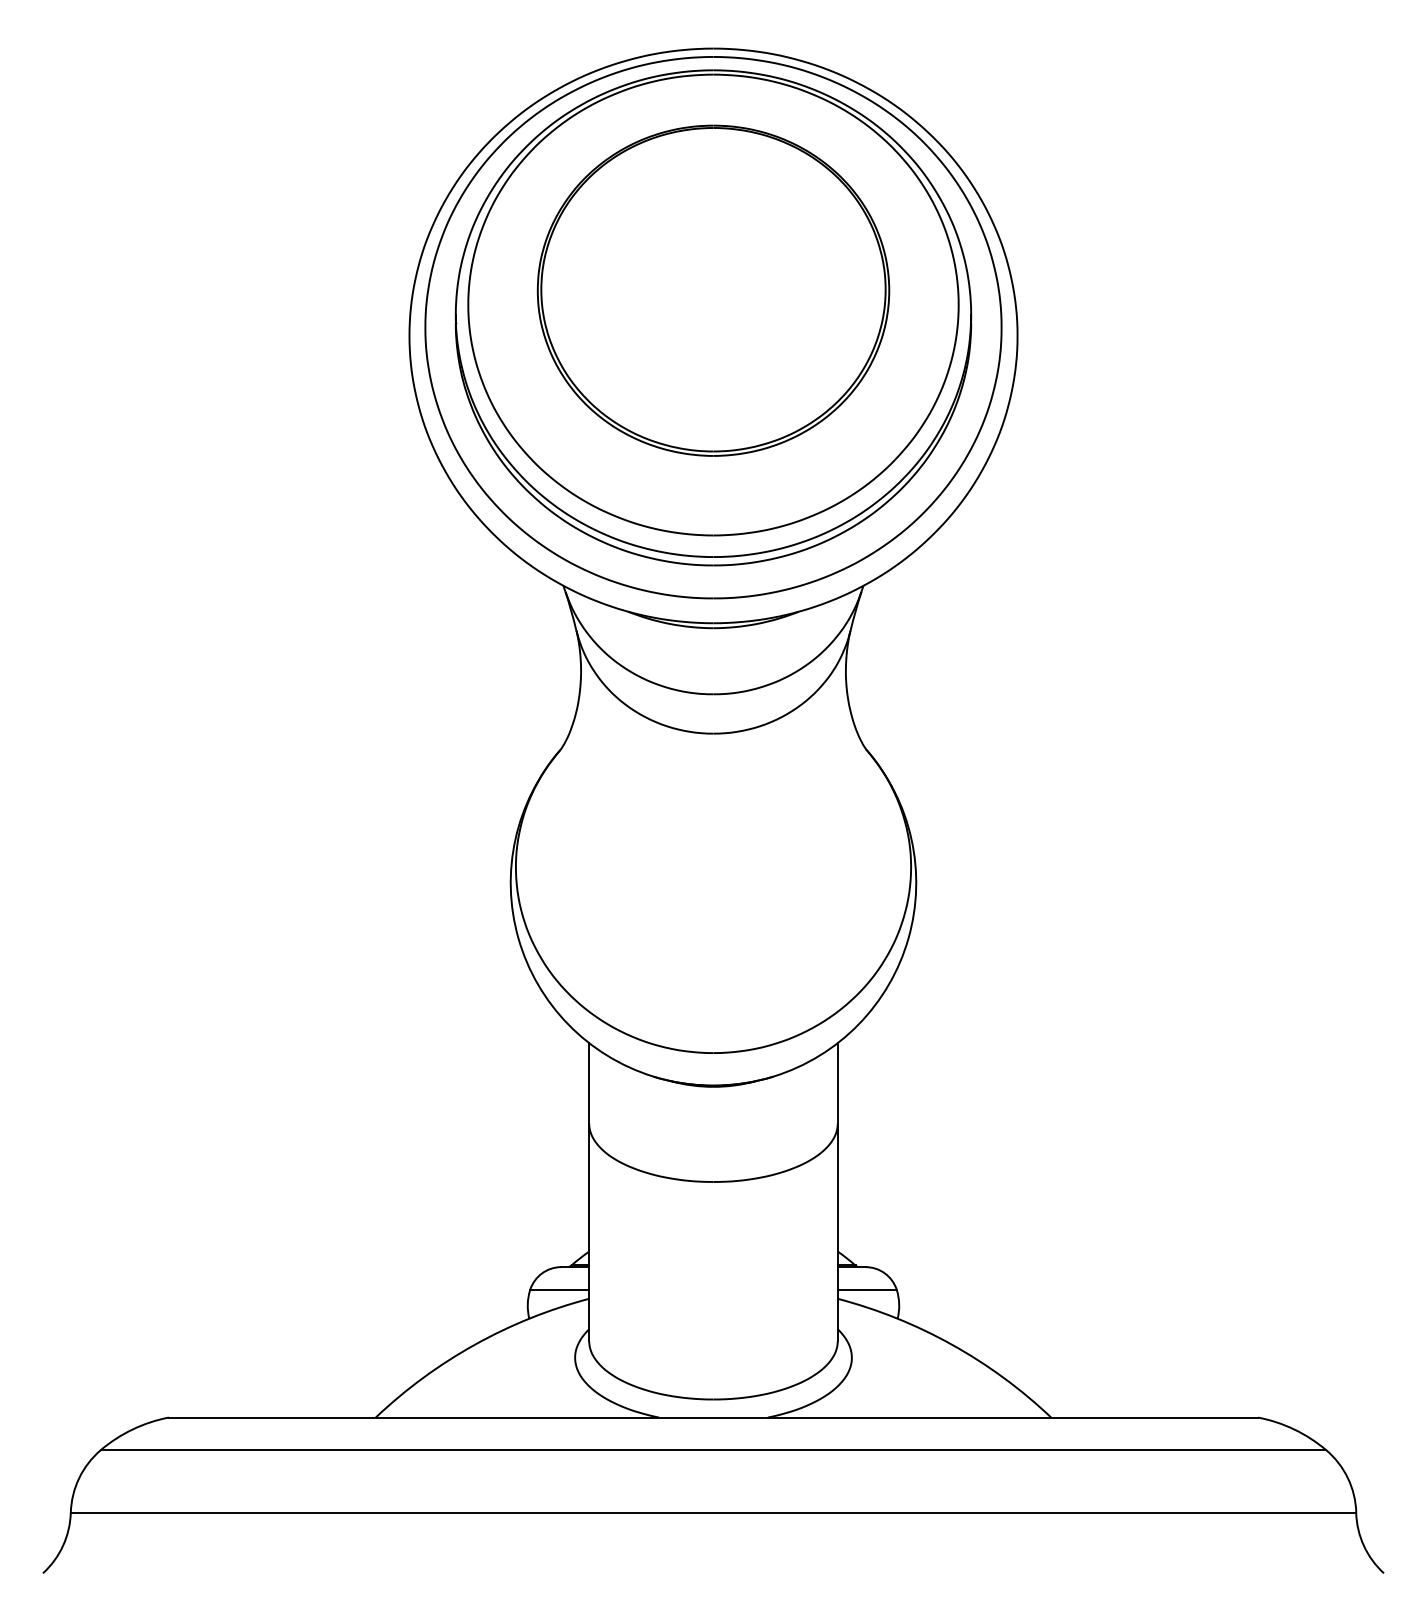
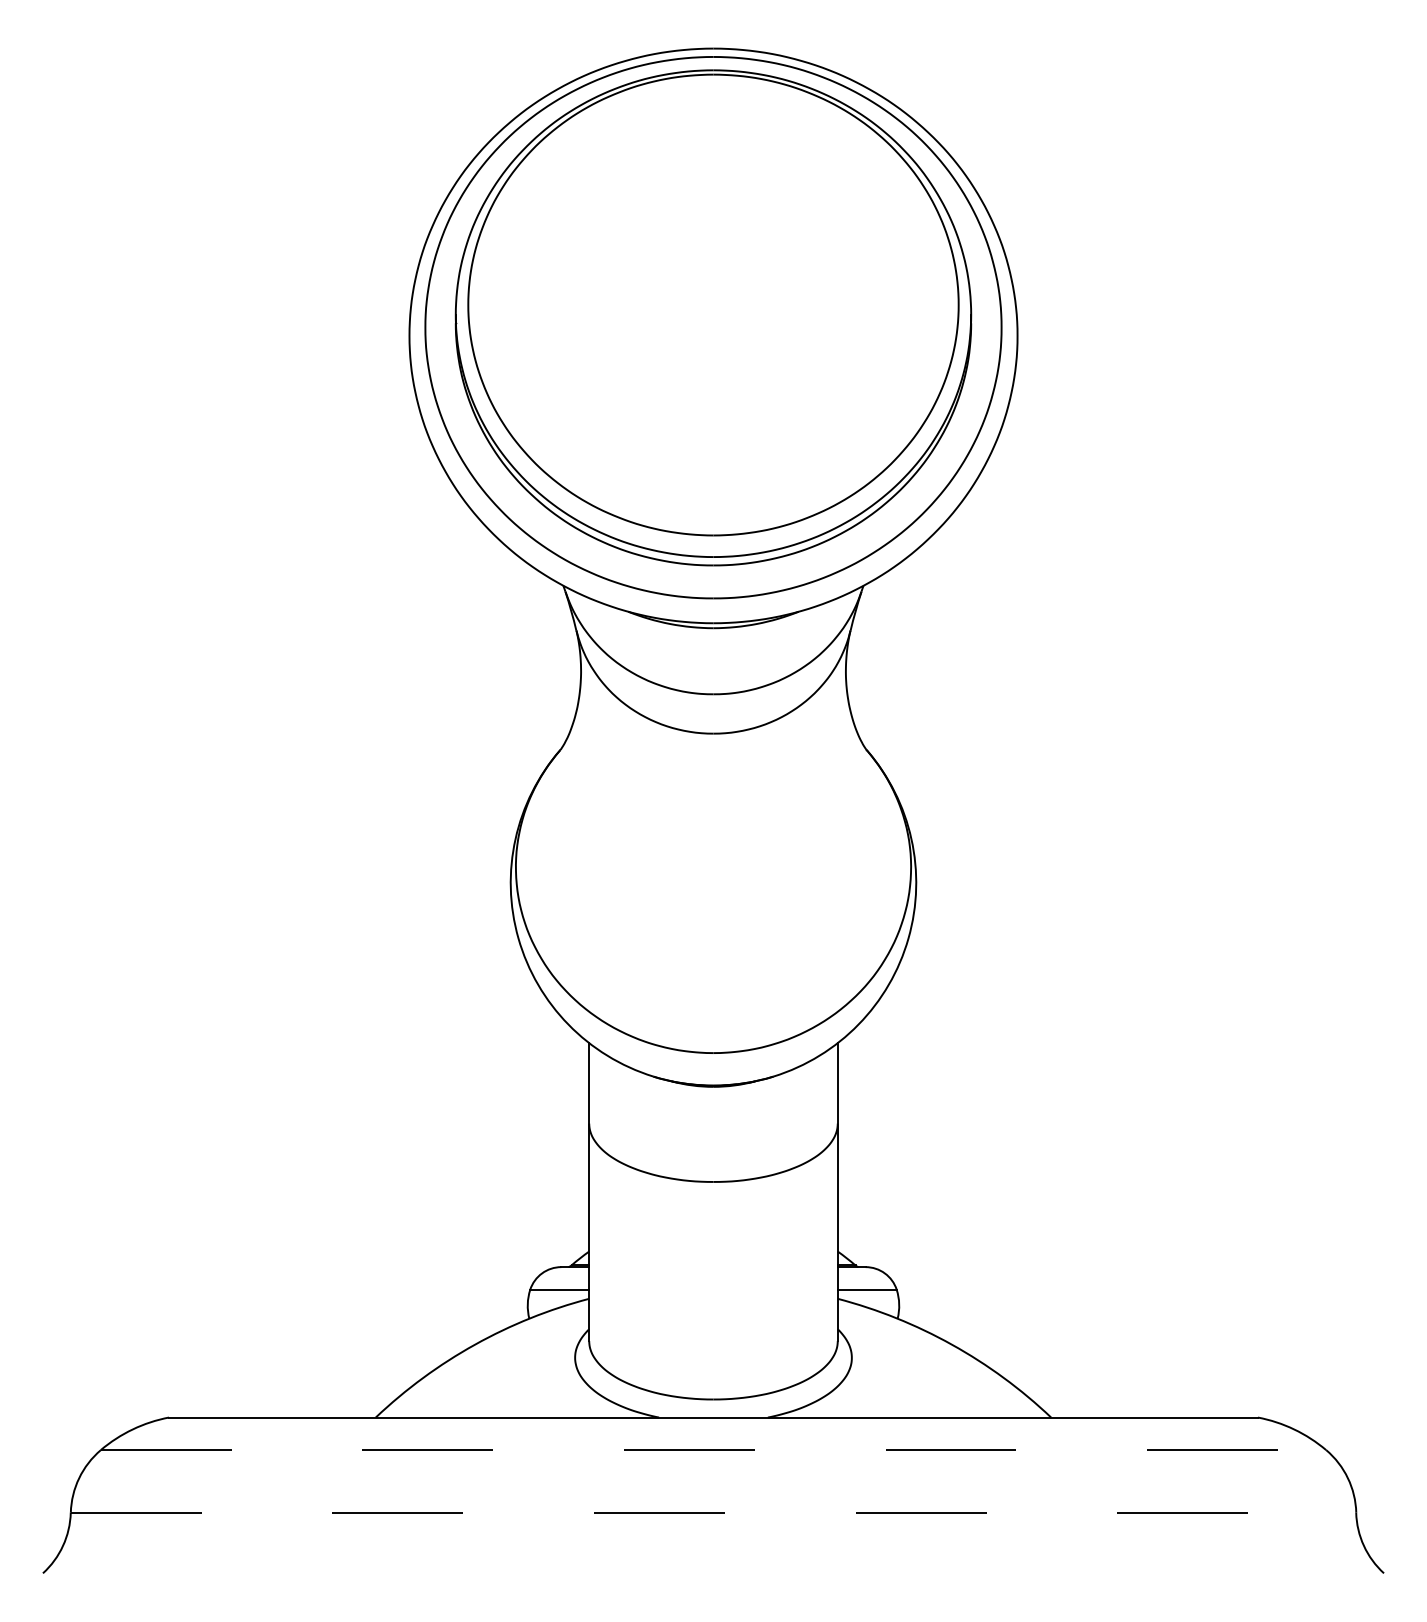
part at (713, 290): present -> none
line at (713, 1450): solid -> dashed
line at (713, 1512): solid -> dashed
